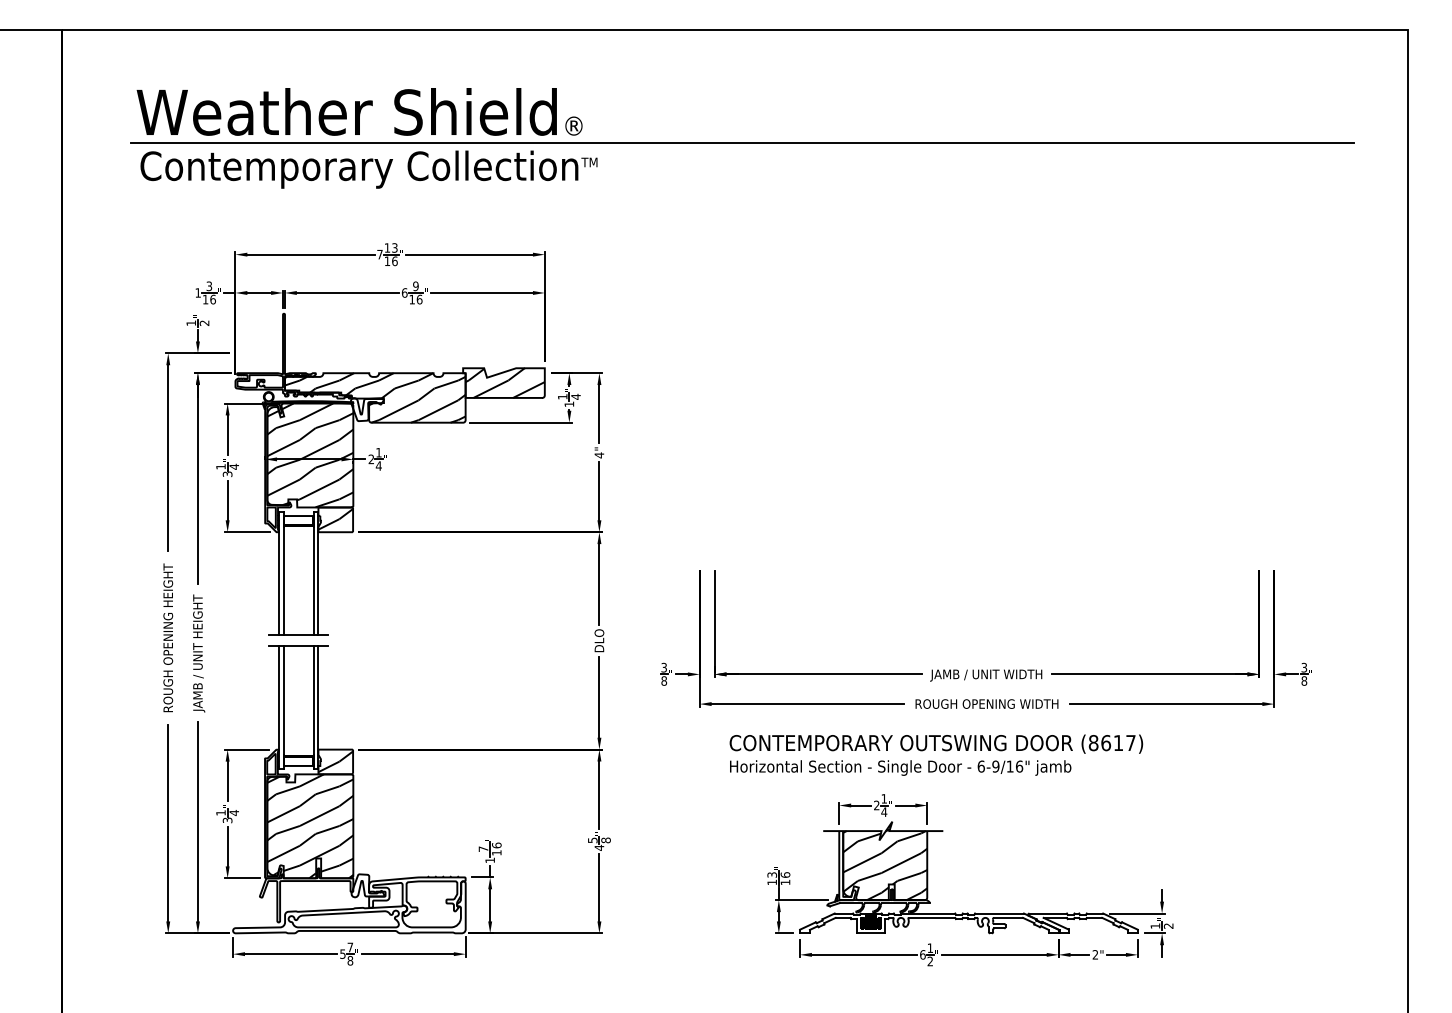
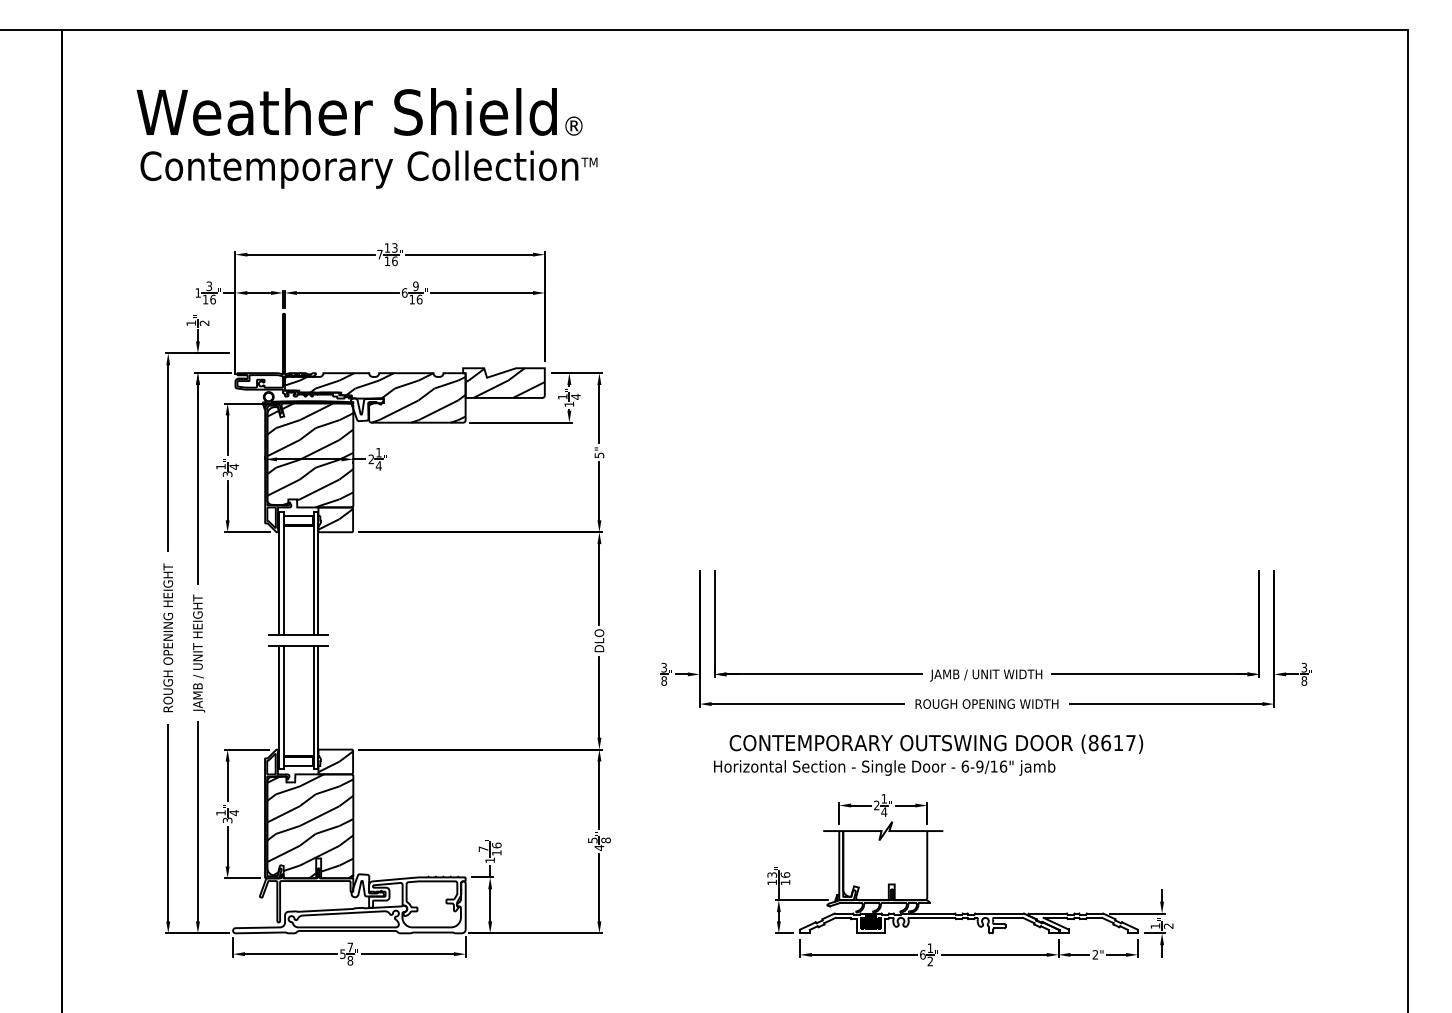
line at (742, 143): present -> none
text at (599, 455): 4" -> 5"
text at (900, 767) position: (900, 767) -> (884, 767)
hatch at (885, 864): present -> none
